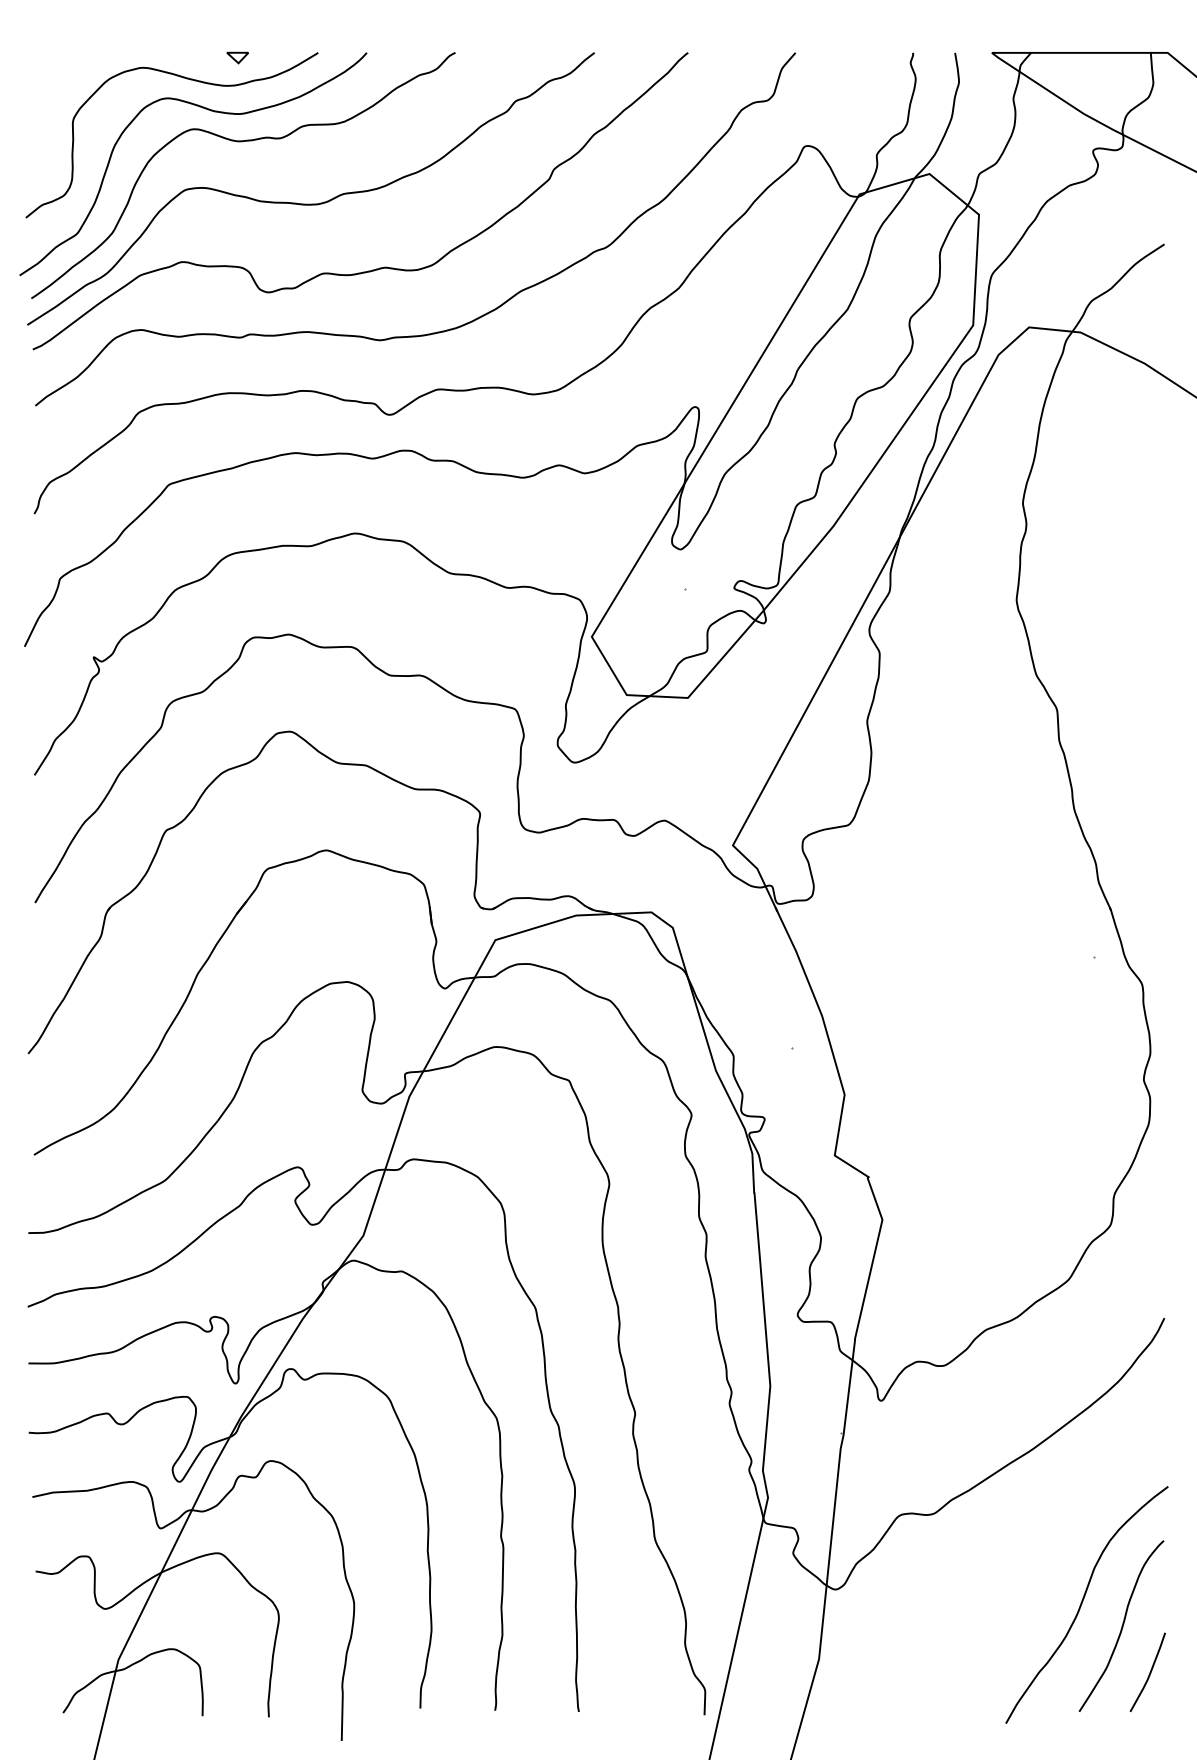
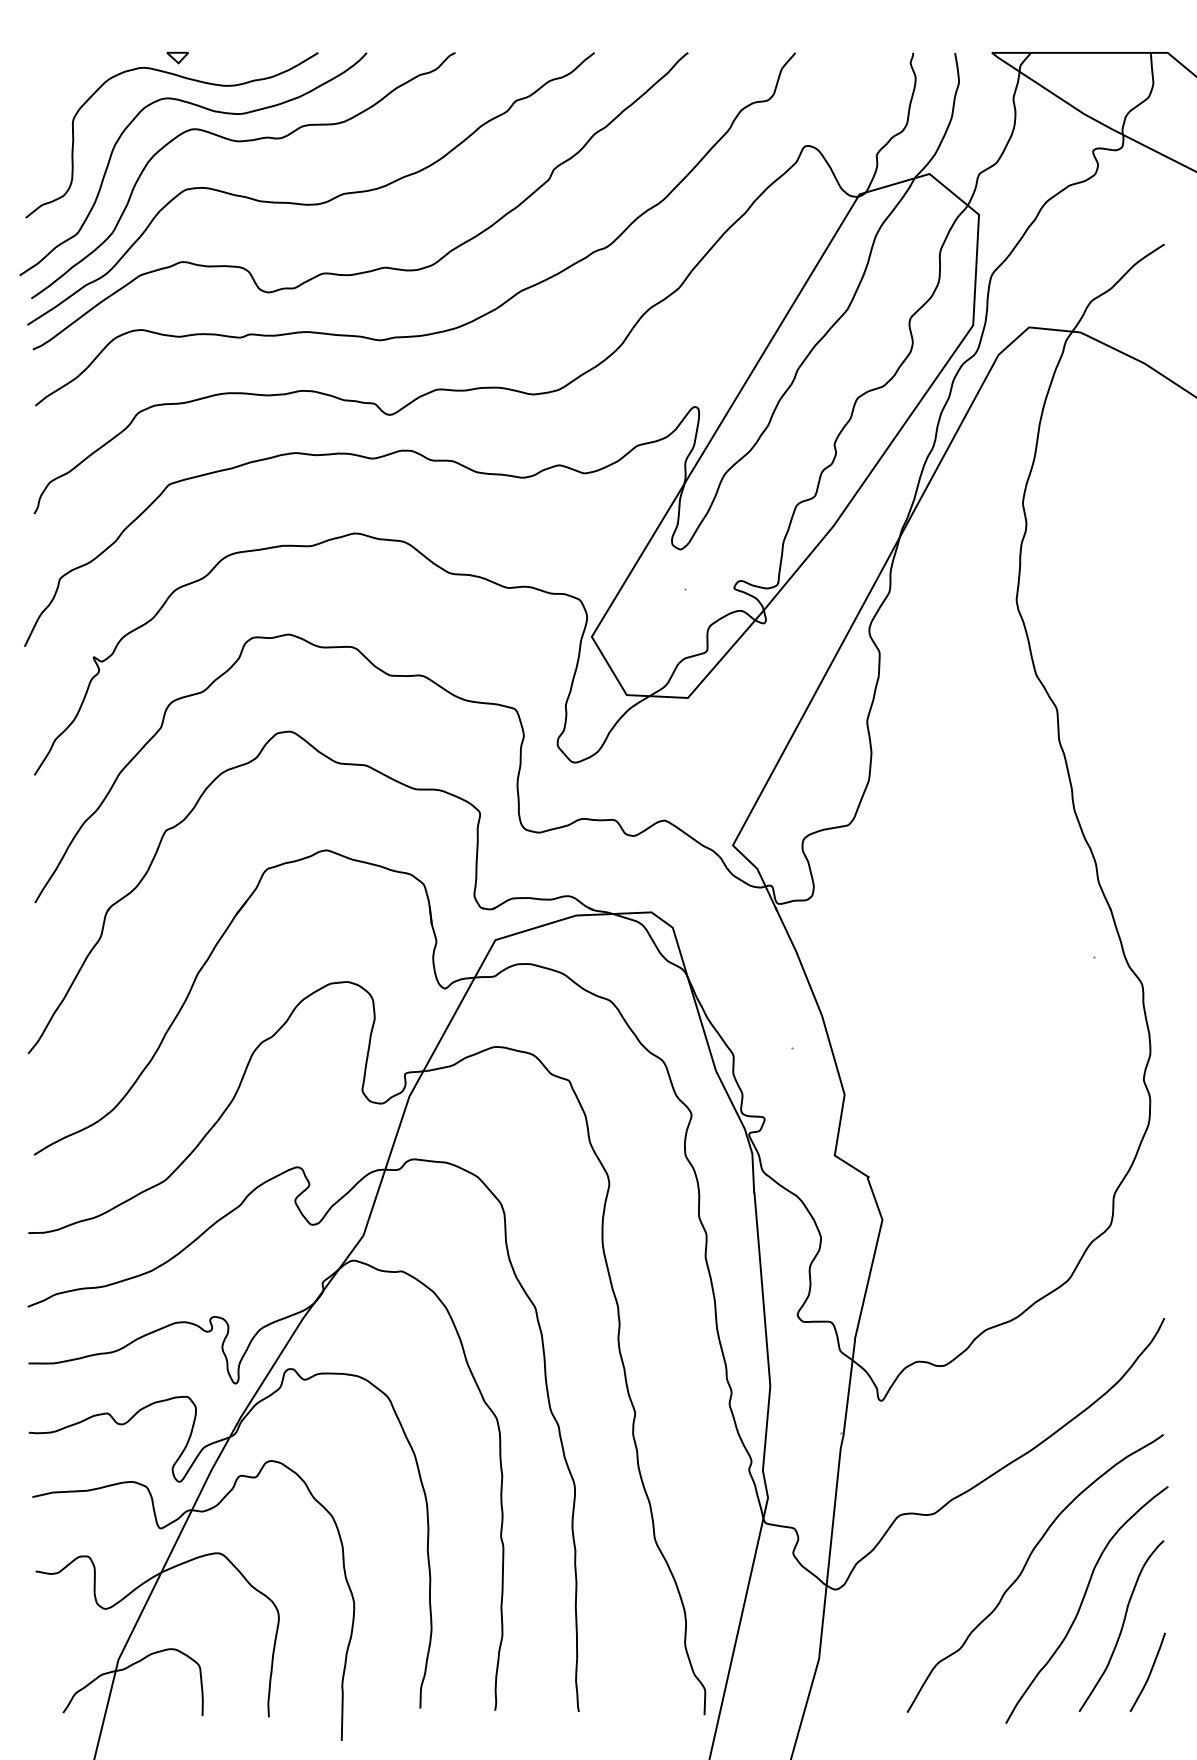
part at (237, 57) position: (237, 57) -> (177, 57)
curve at (1024, 1569): none -> present
